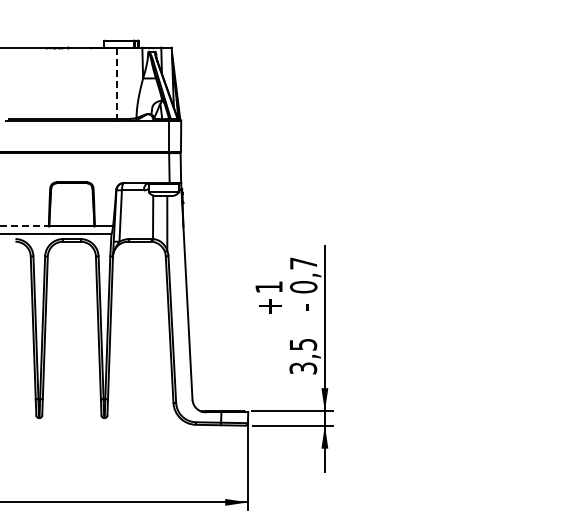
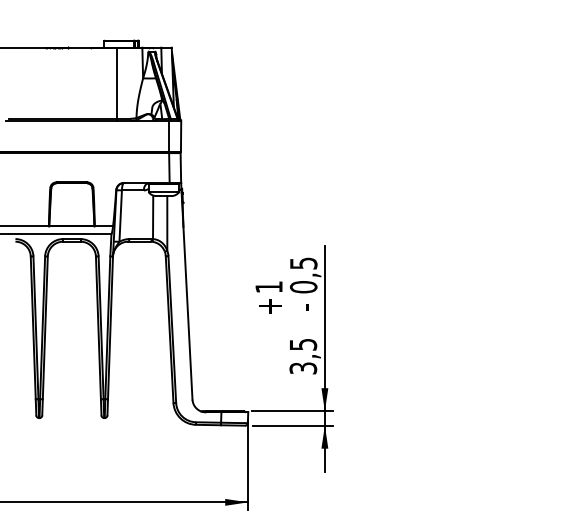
line at (117, 83): dashed -> solid
line at (25, 226): dashed -> solid
text at (303, 263): 0,7 -> 0,5
